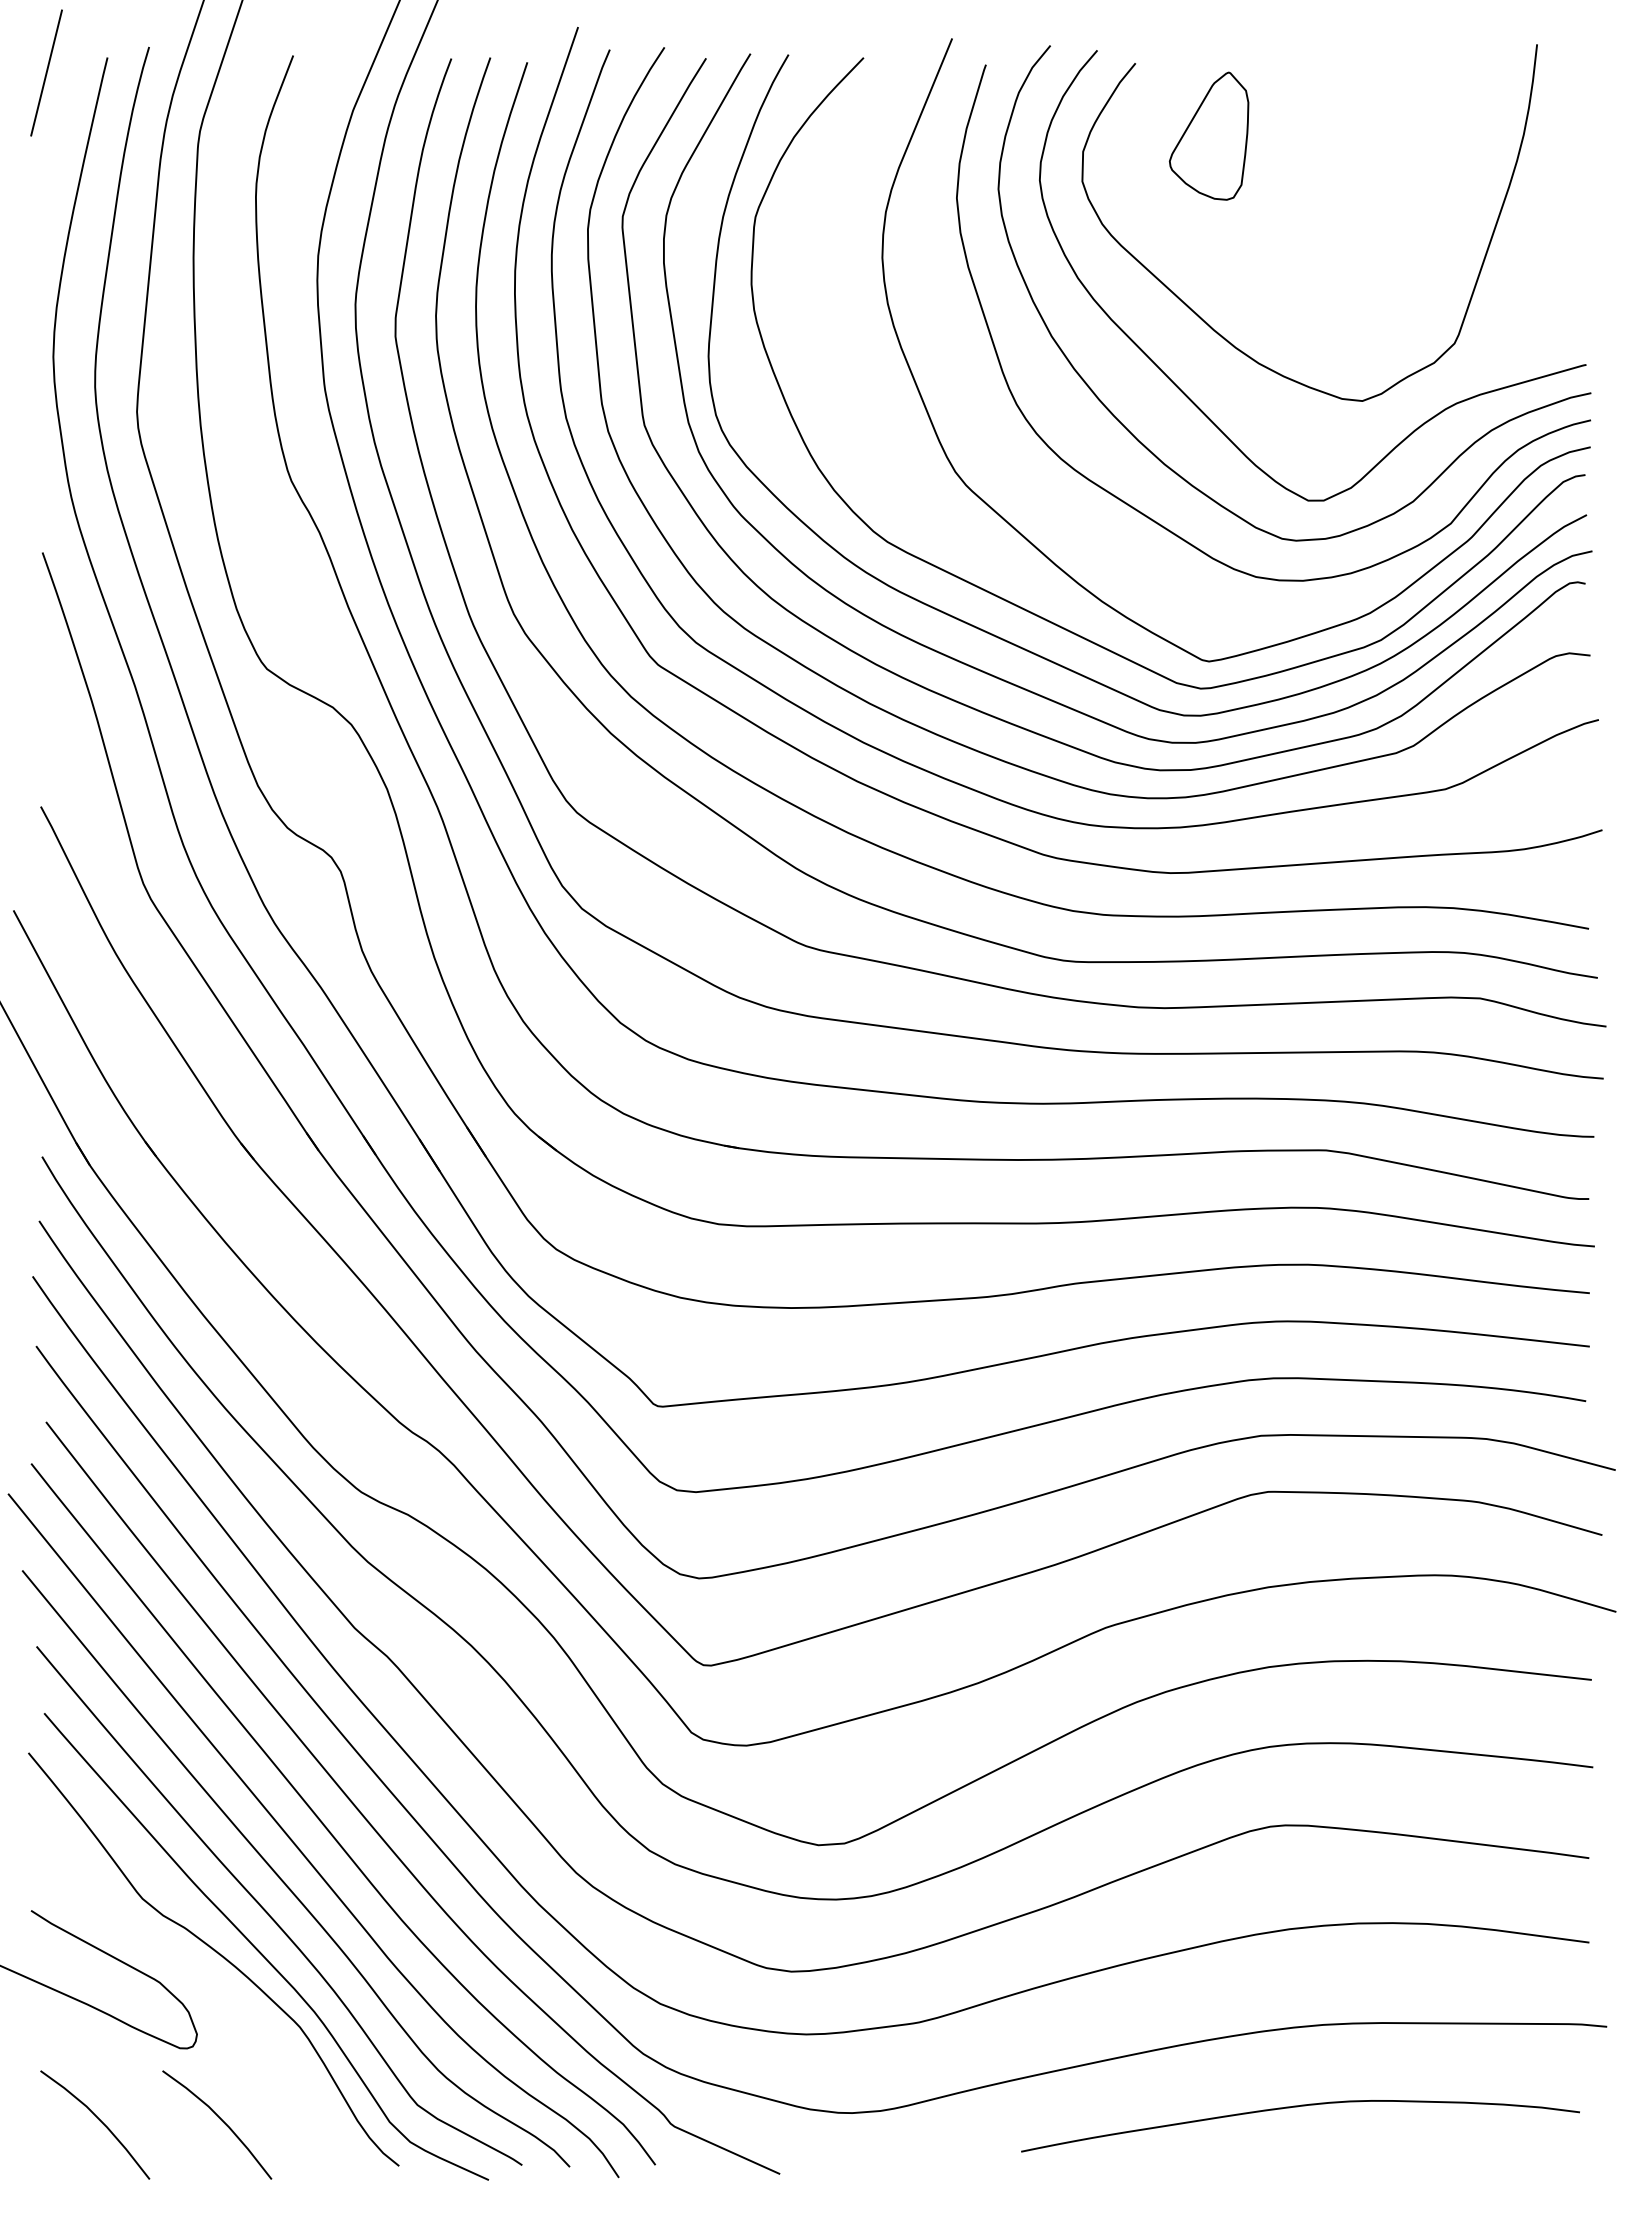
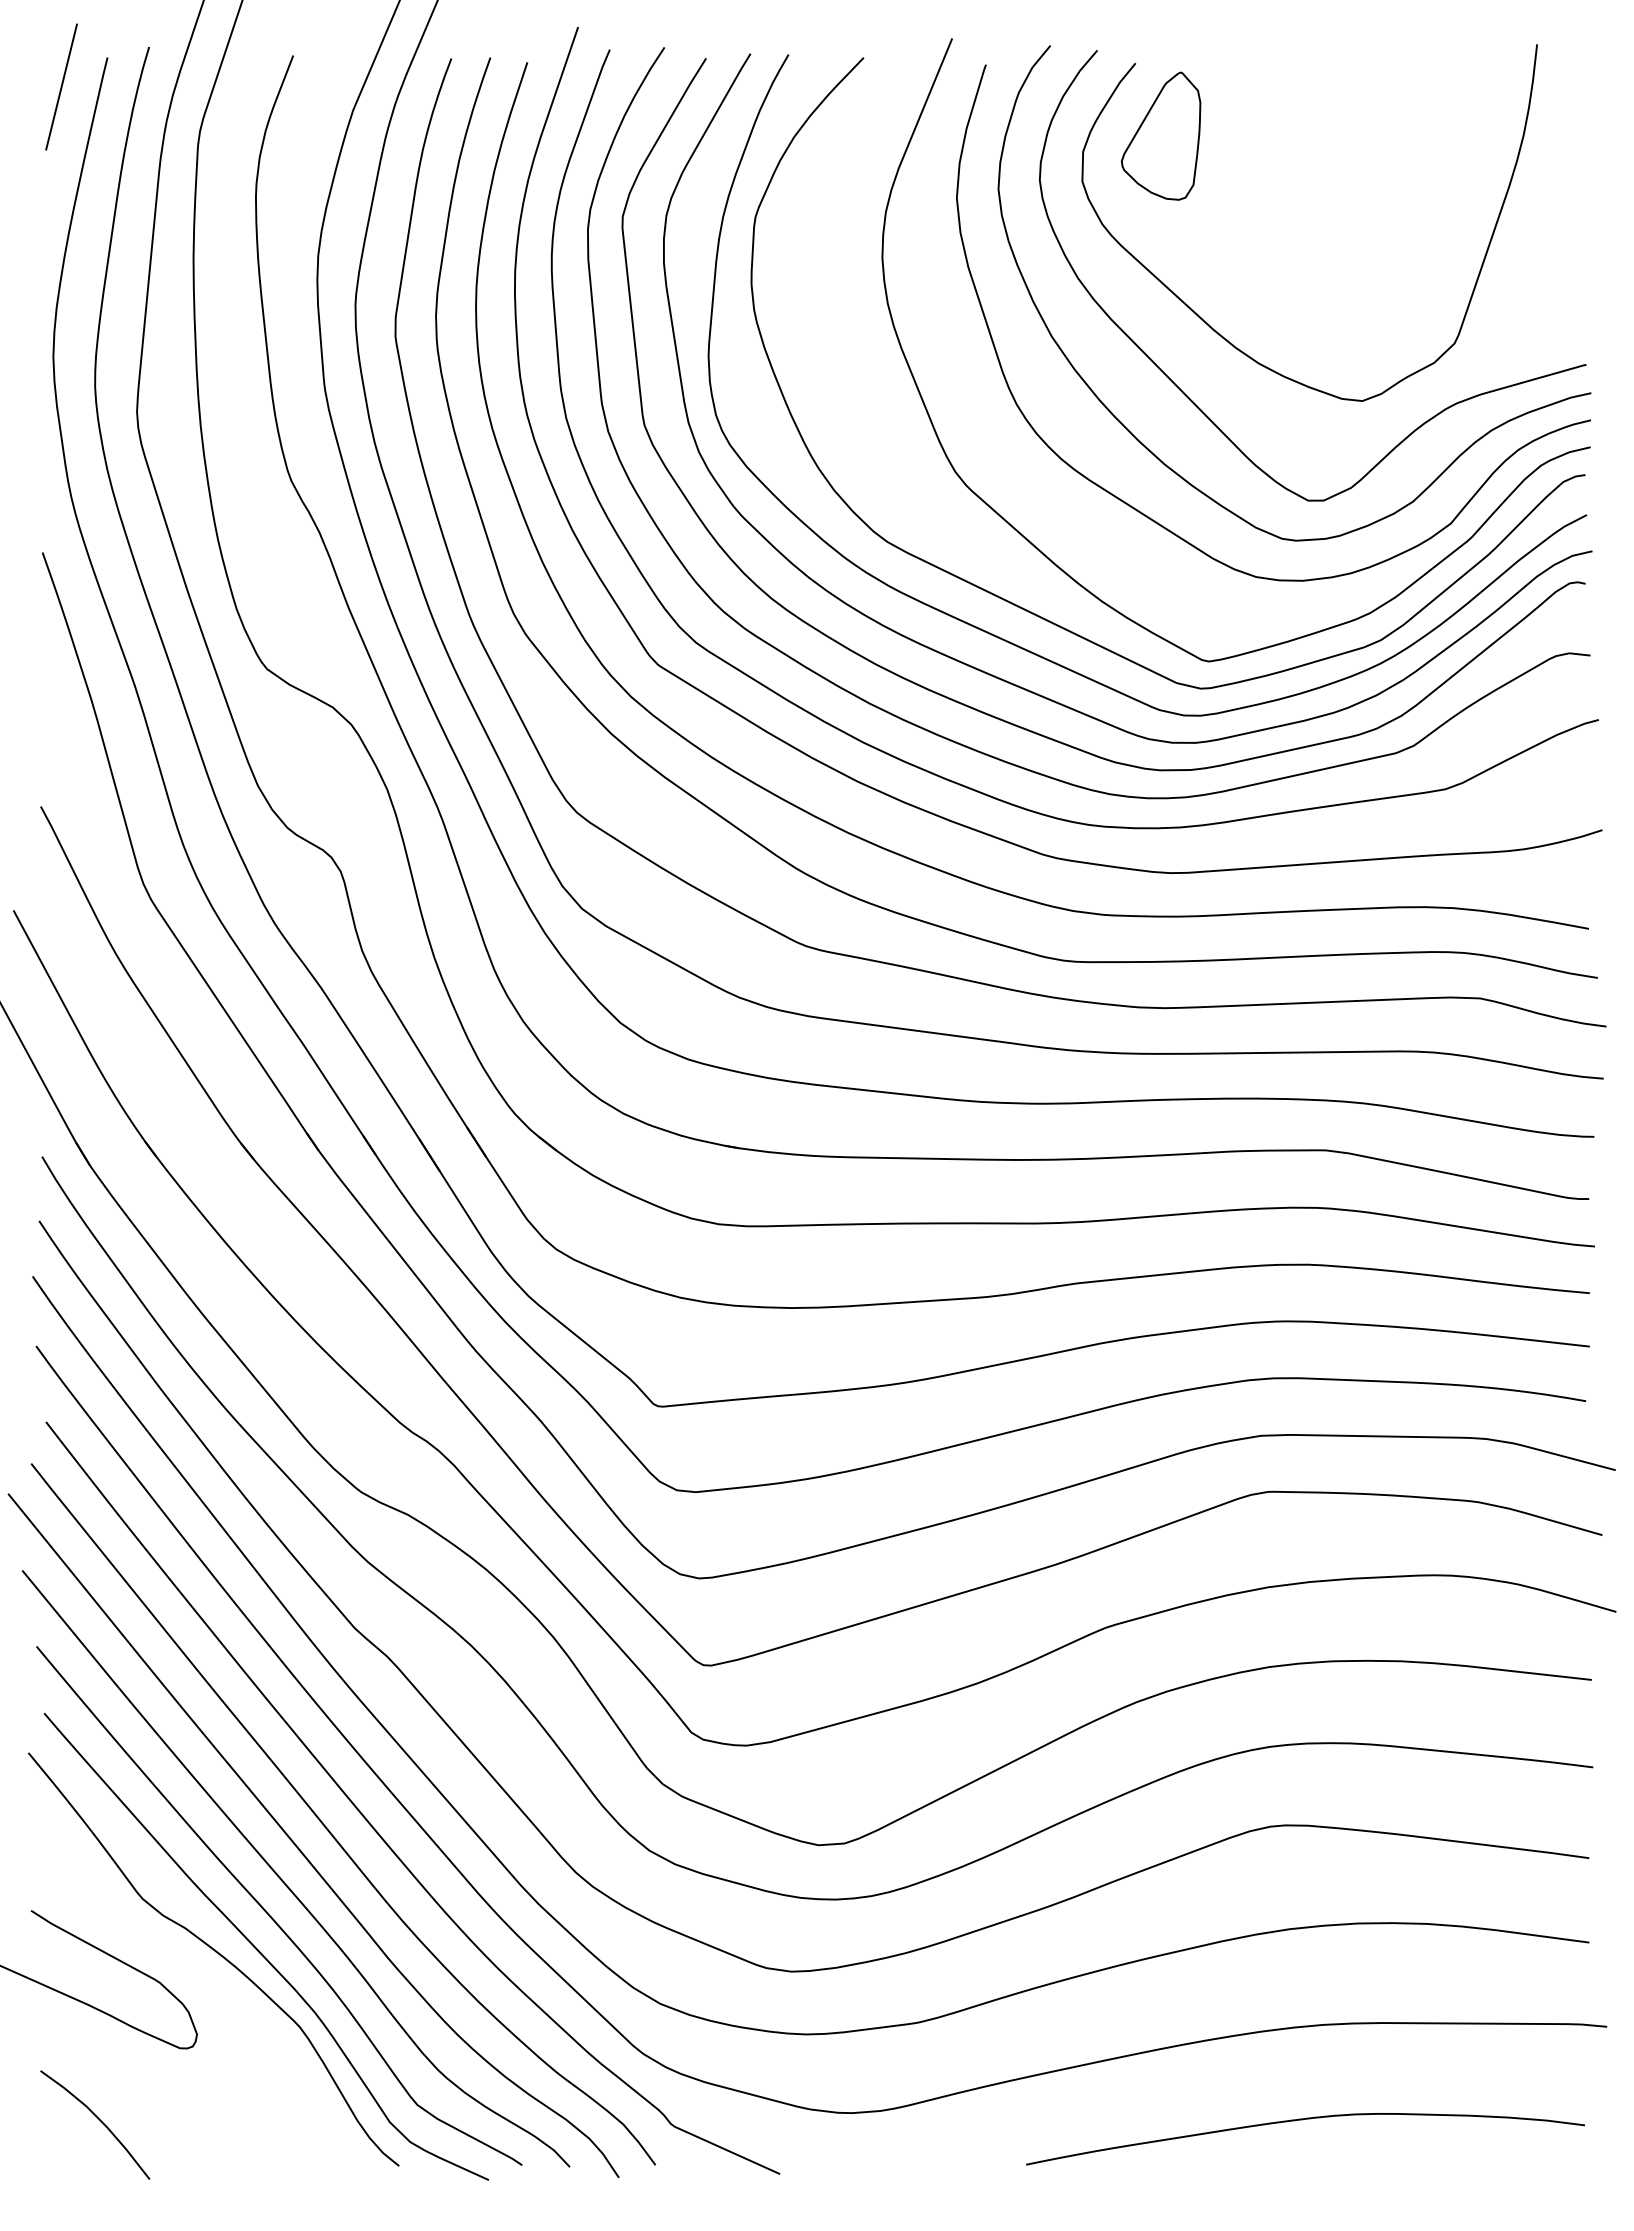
line at (46, 72) position: (46, 72) -> (61, 86)
part at (1208, 135) position: (1208, 135) -> (1160, 135)
curve at (1297, 2107) position: (1297, 2107) -> (1302, 2120)
curve at (221, 2120): present -> none
